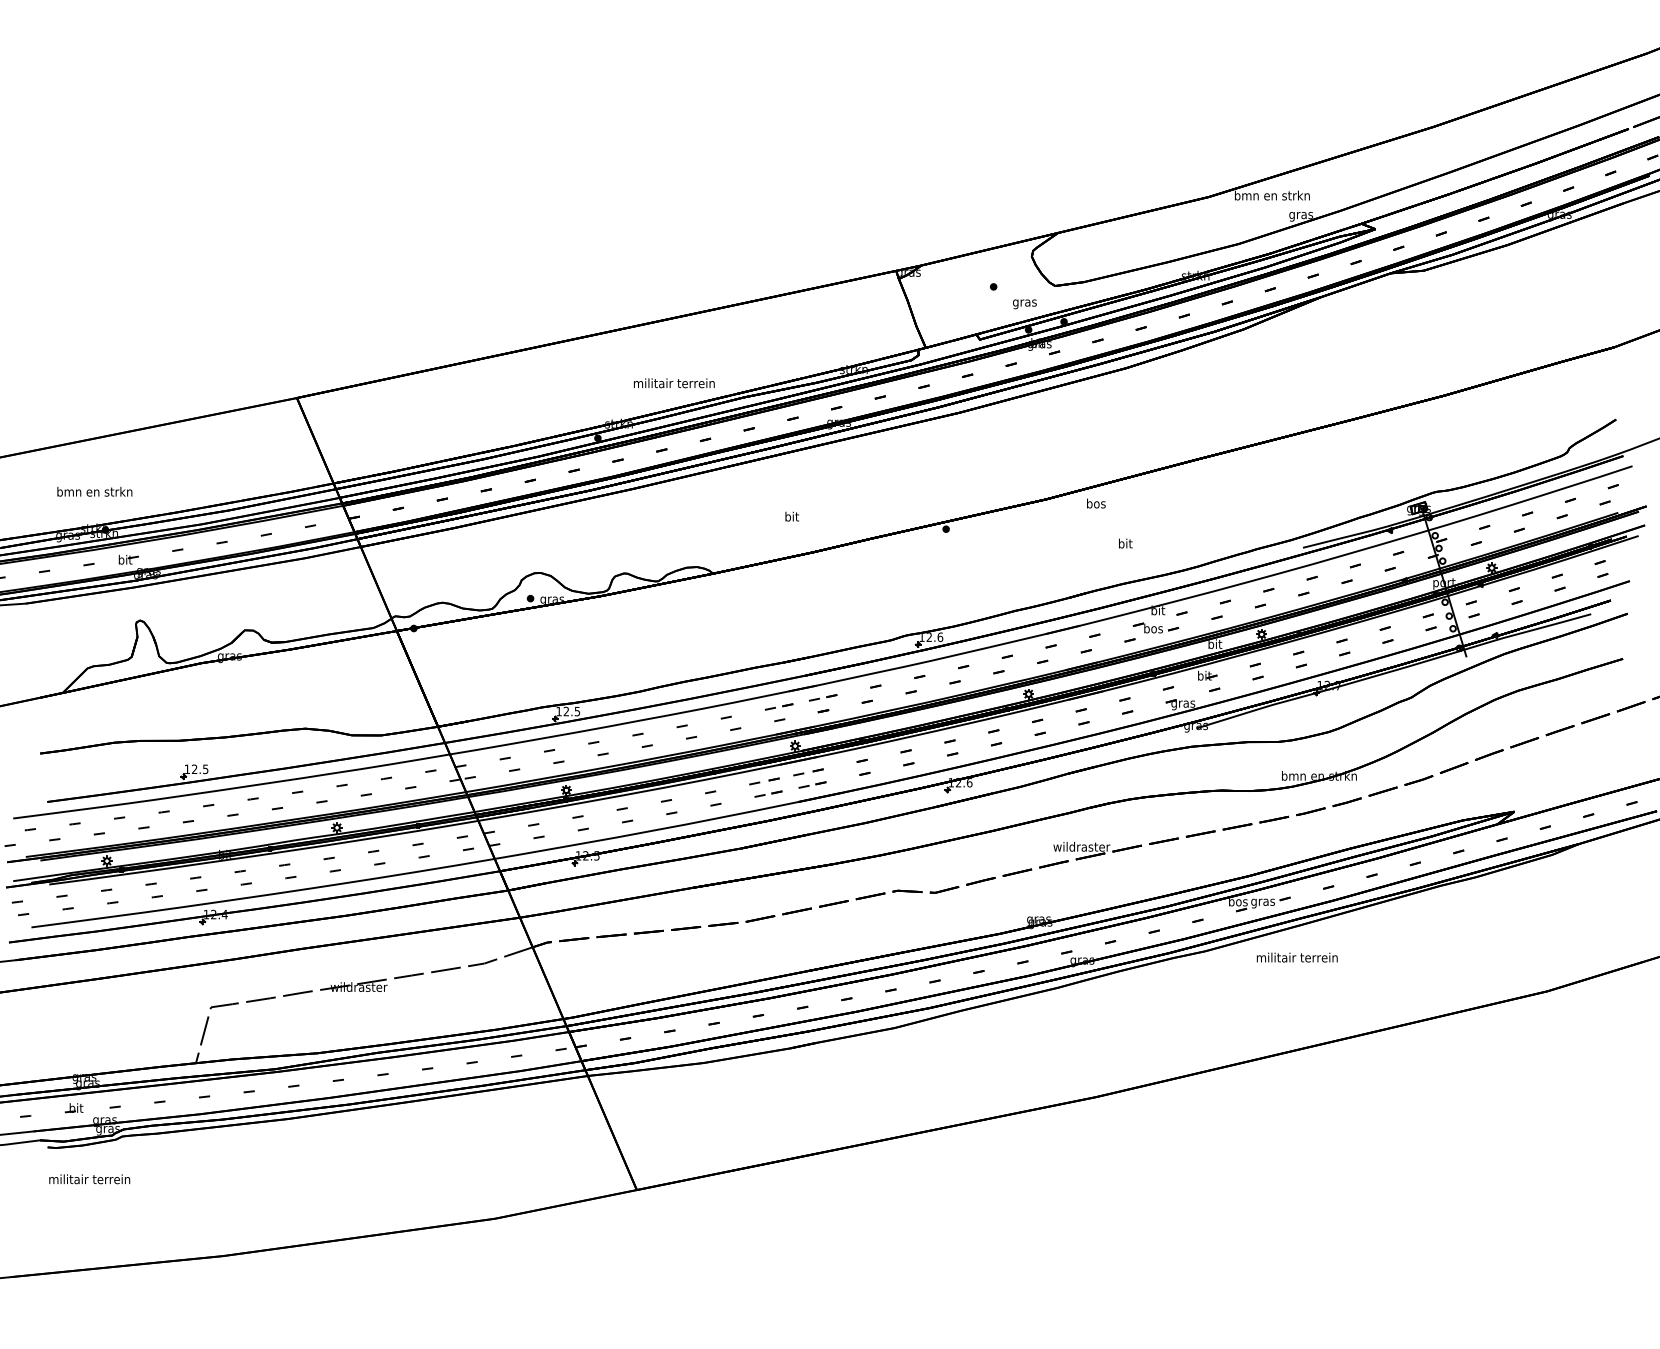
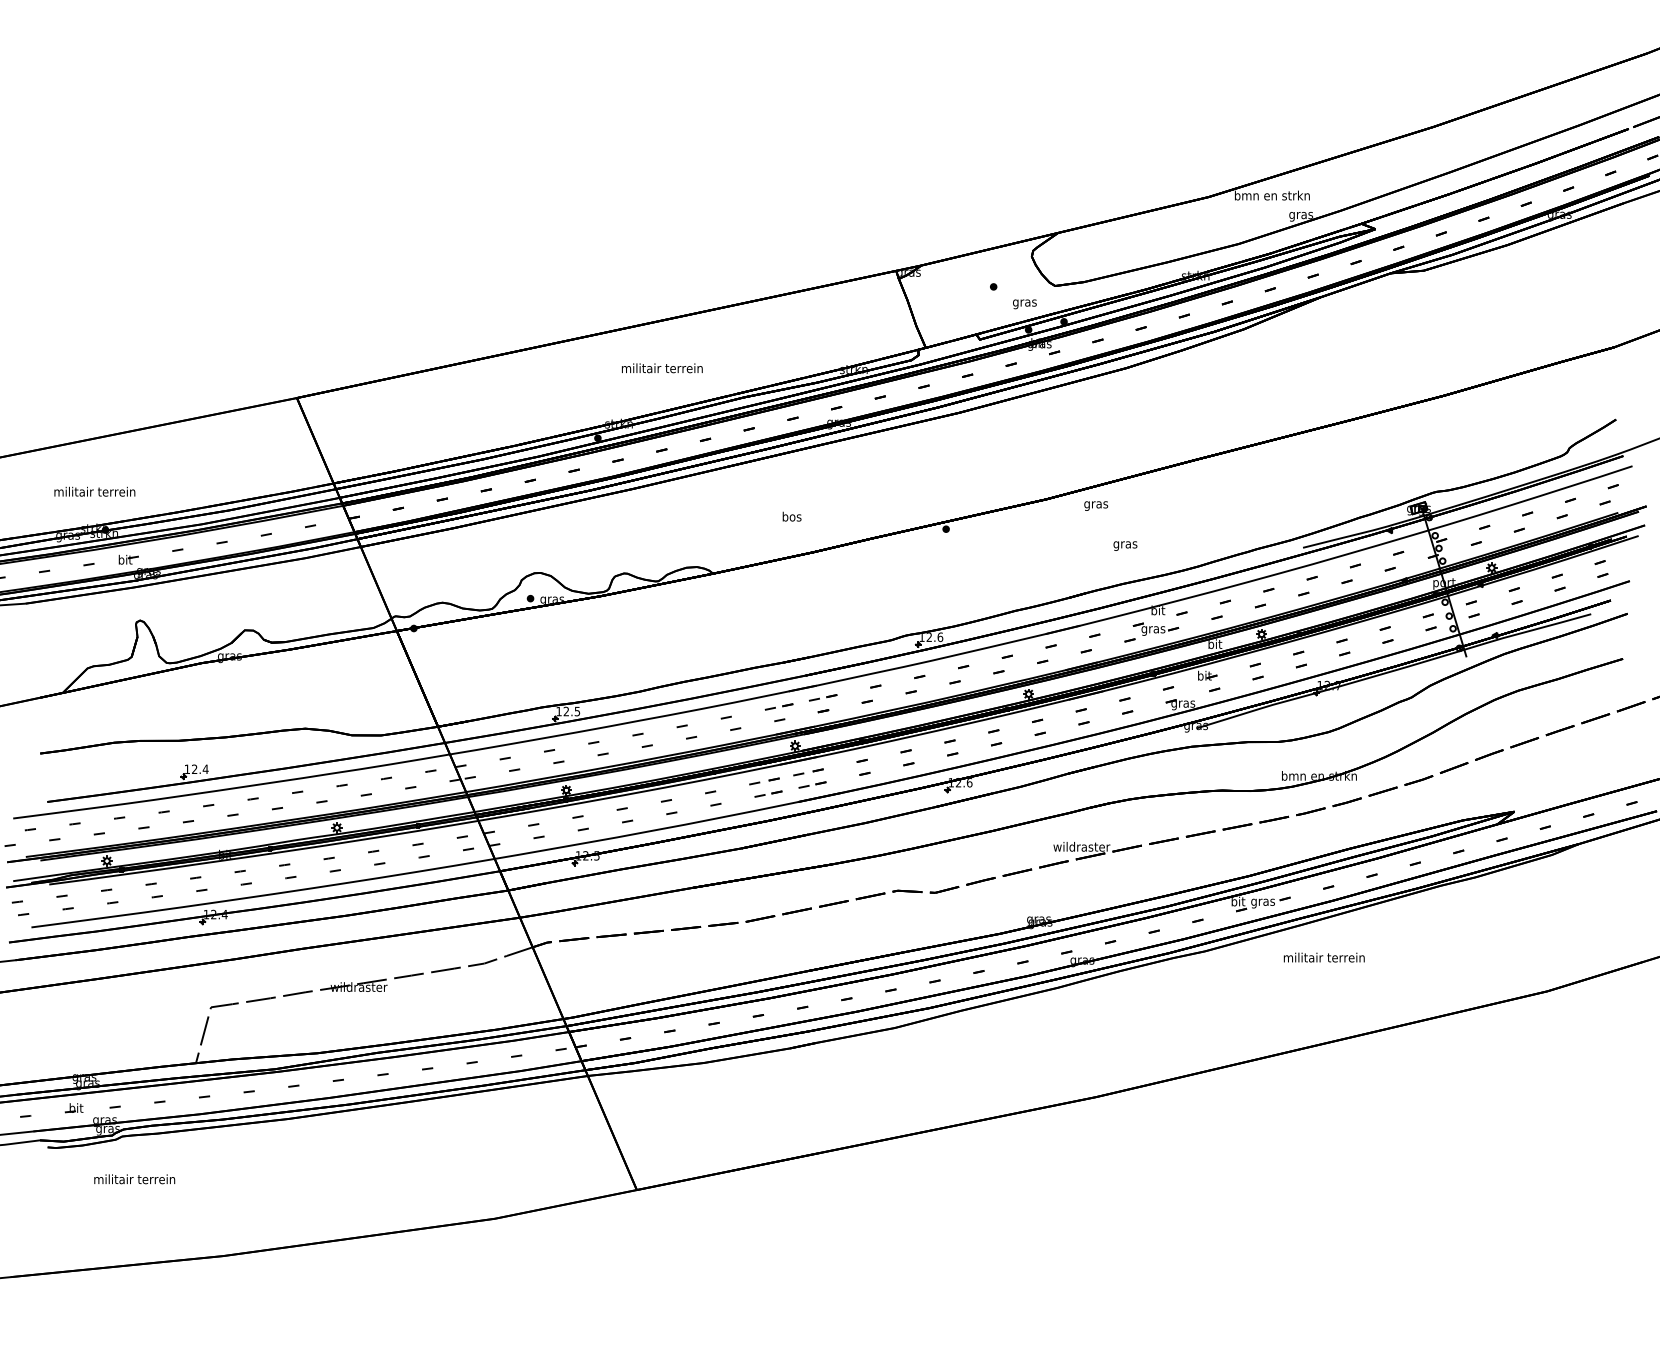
text at (674, 383) position: (674, 383) -> (662, 368)
text at (94, 491): bmn en strkn -> militair terrein
text at (1096, 504): bos -> gras
text at (791, 516): bit -> bos
text at (1125, 544): bit -> gras
text at (1153, 629): bos -> gras
text at (205, 769): 12.5 -> 12.4
text at (1238, 901): bos -> bit
text at (1296, 957) position: (1296, 957) -> (1323, 957)
text at (89, 1179) position: (89, 1179) -> (134, 1179)
